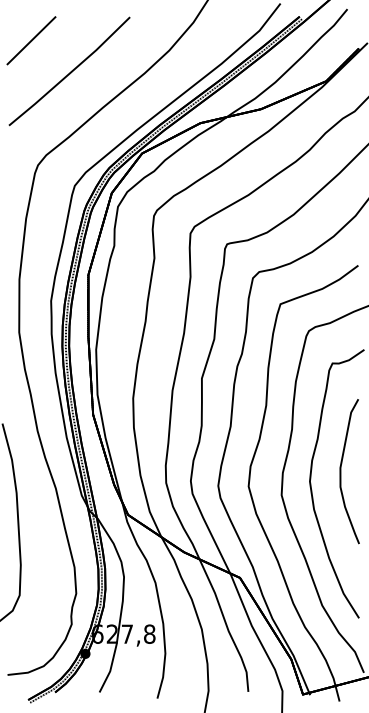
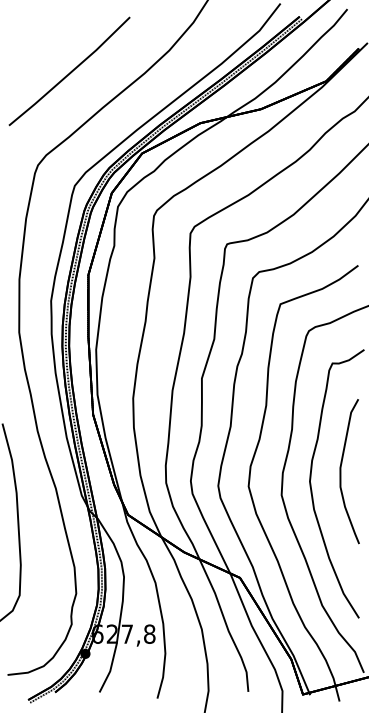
line at (31, 40): present -> none
